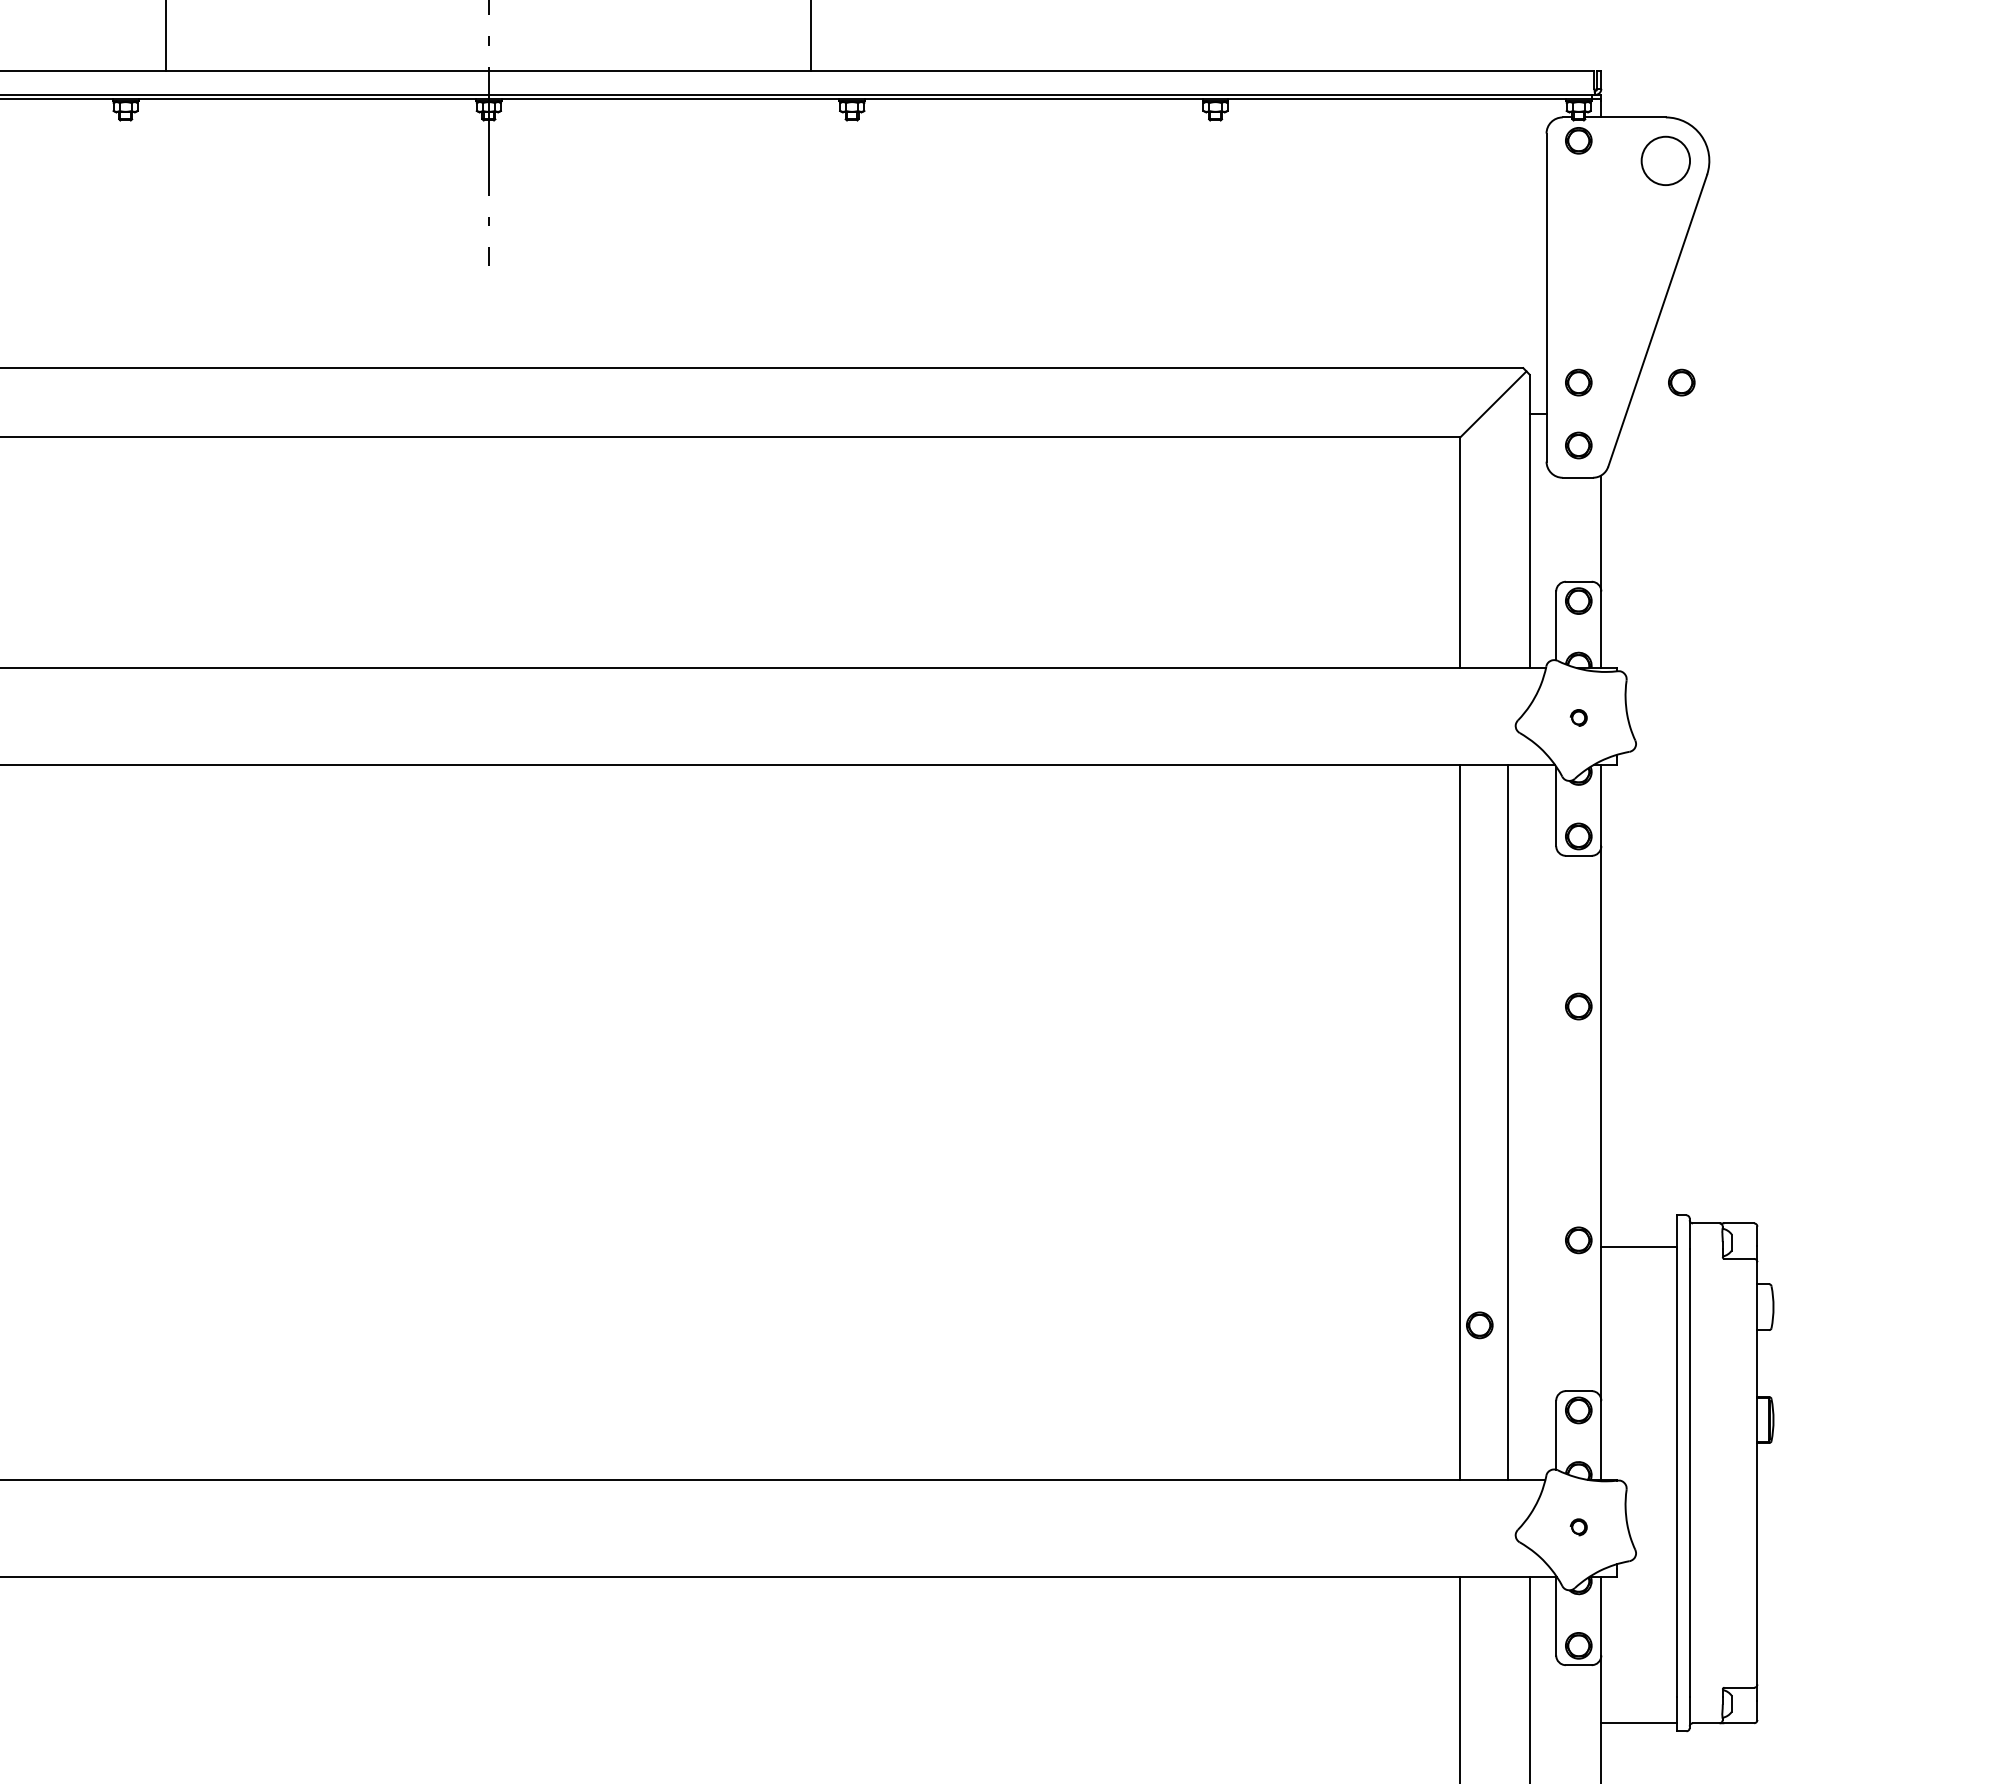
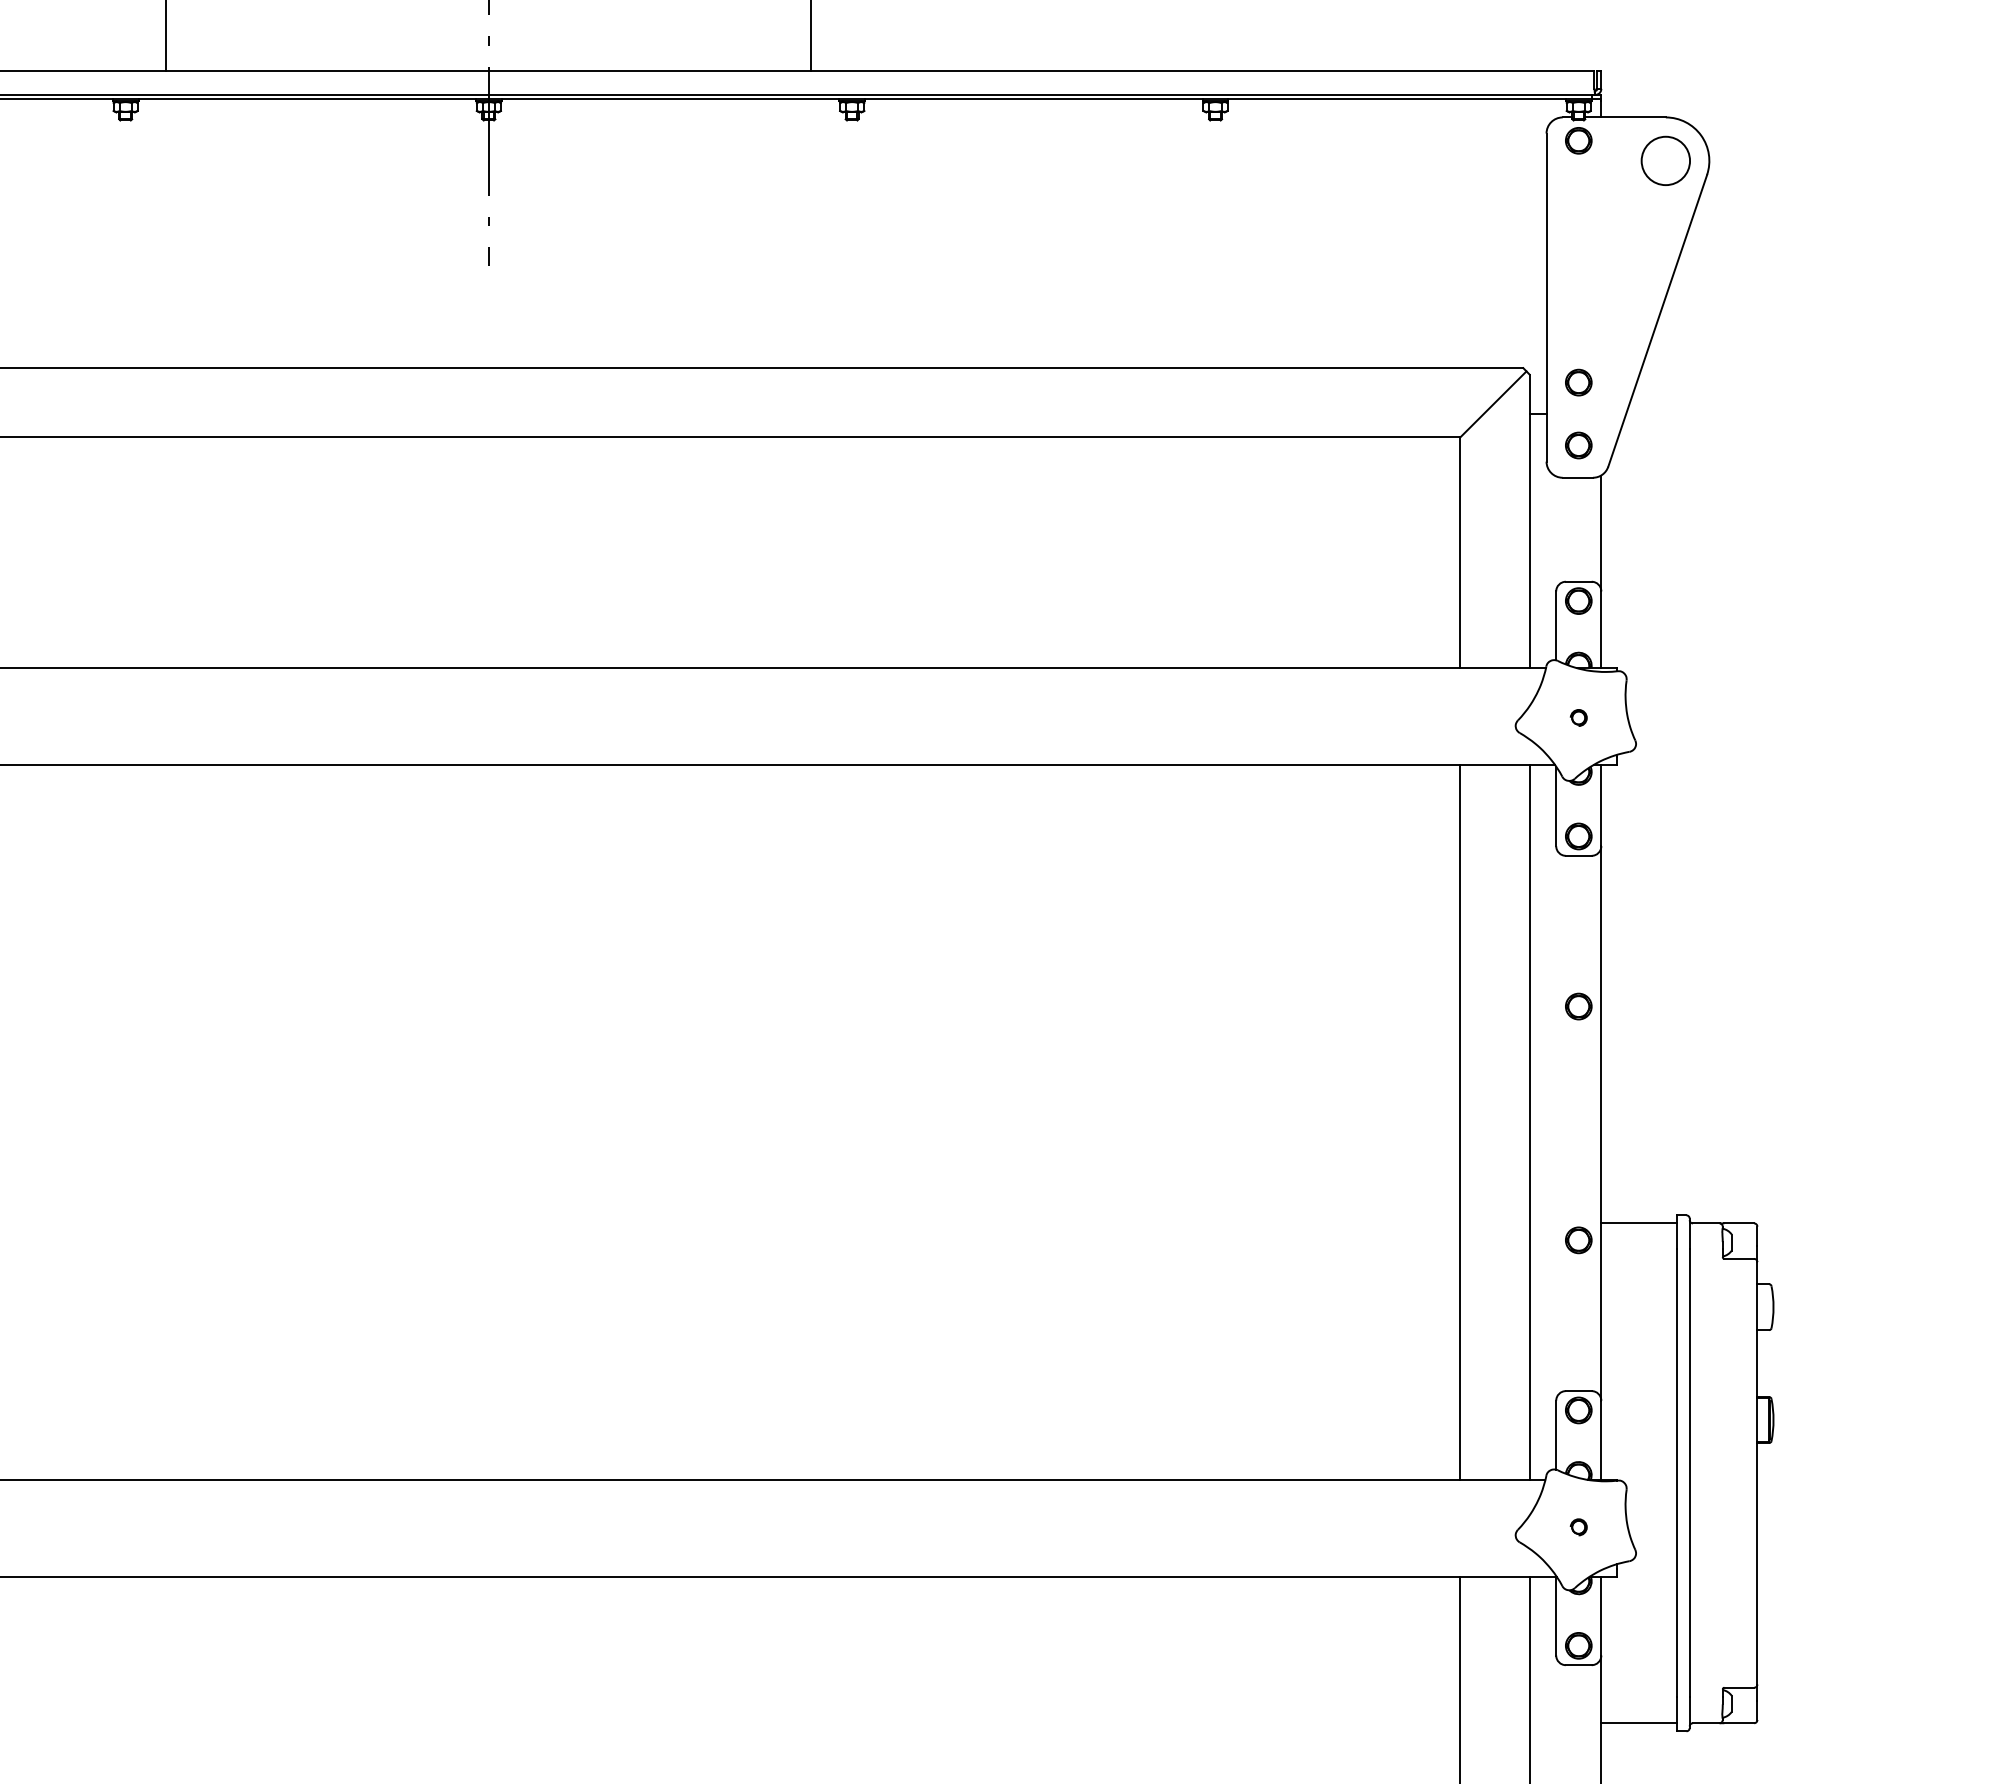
part at (1681, 382): present -> none
line at (1507, 1121) position: (1507, 1121) -> (1529, 1121)
line at (1638, 1247) position: (1638, 1247) -> (1638, 1223)
part at (1479, 1325): present -> none
